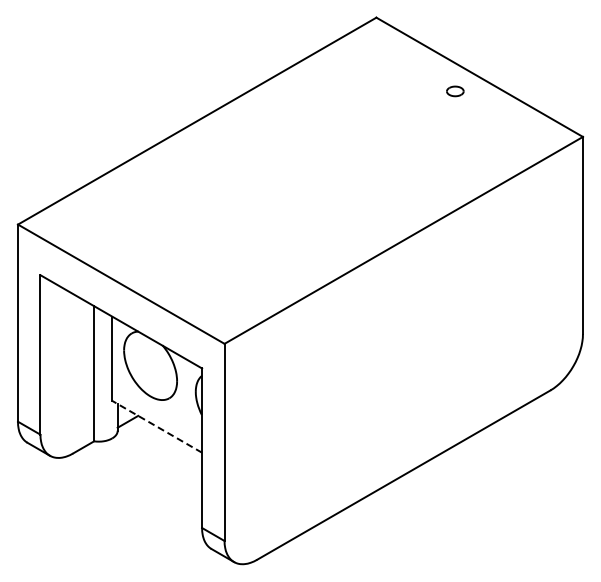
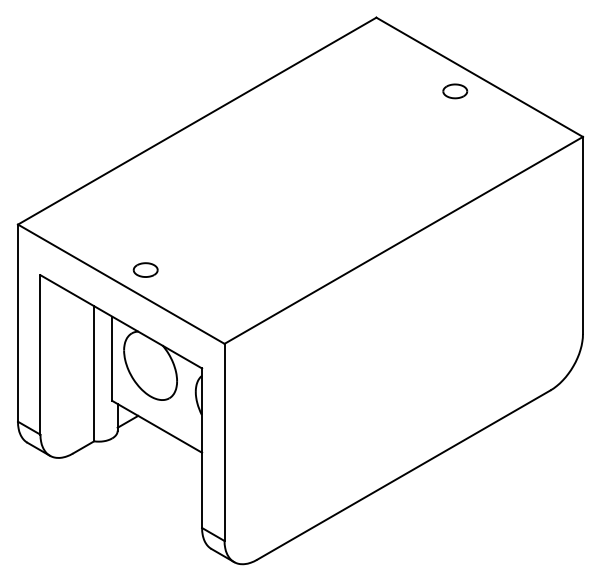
part at (455, 91) size: 19x13 px -> 27x17 px
part at (145, 269): none -> present
line at (157, 426): dashed -> solid
